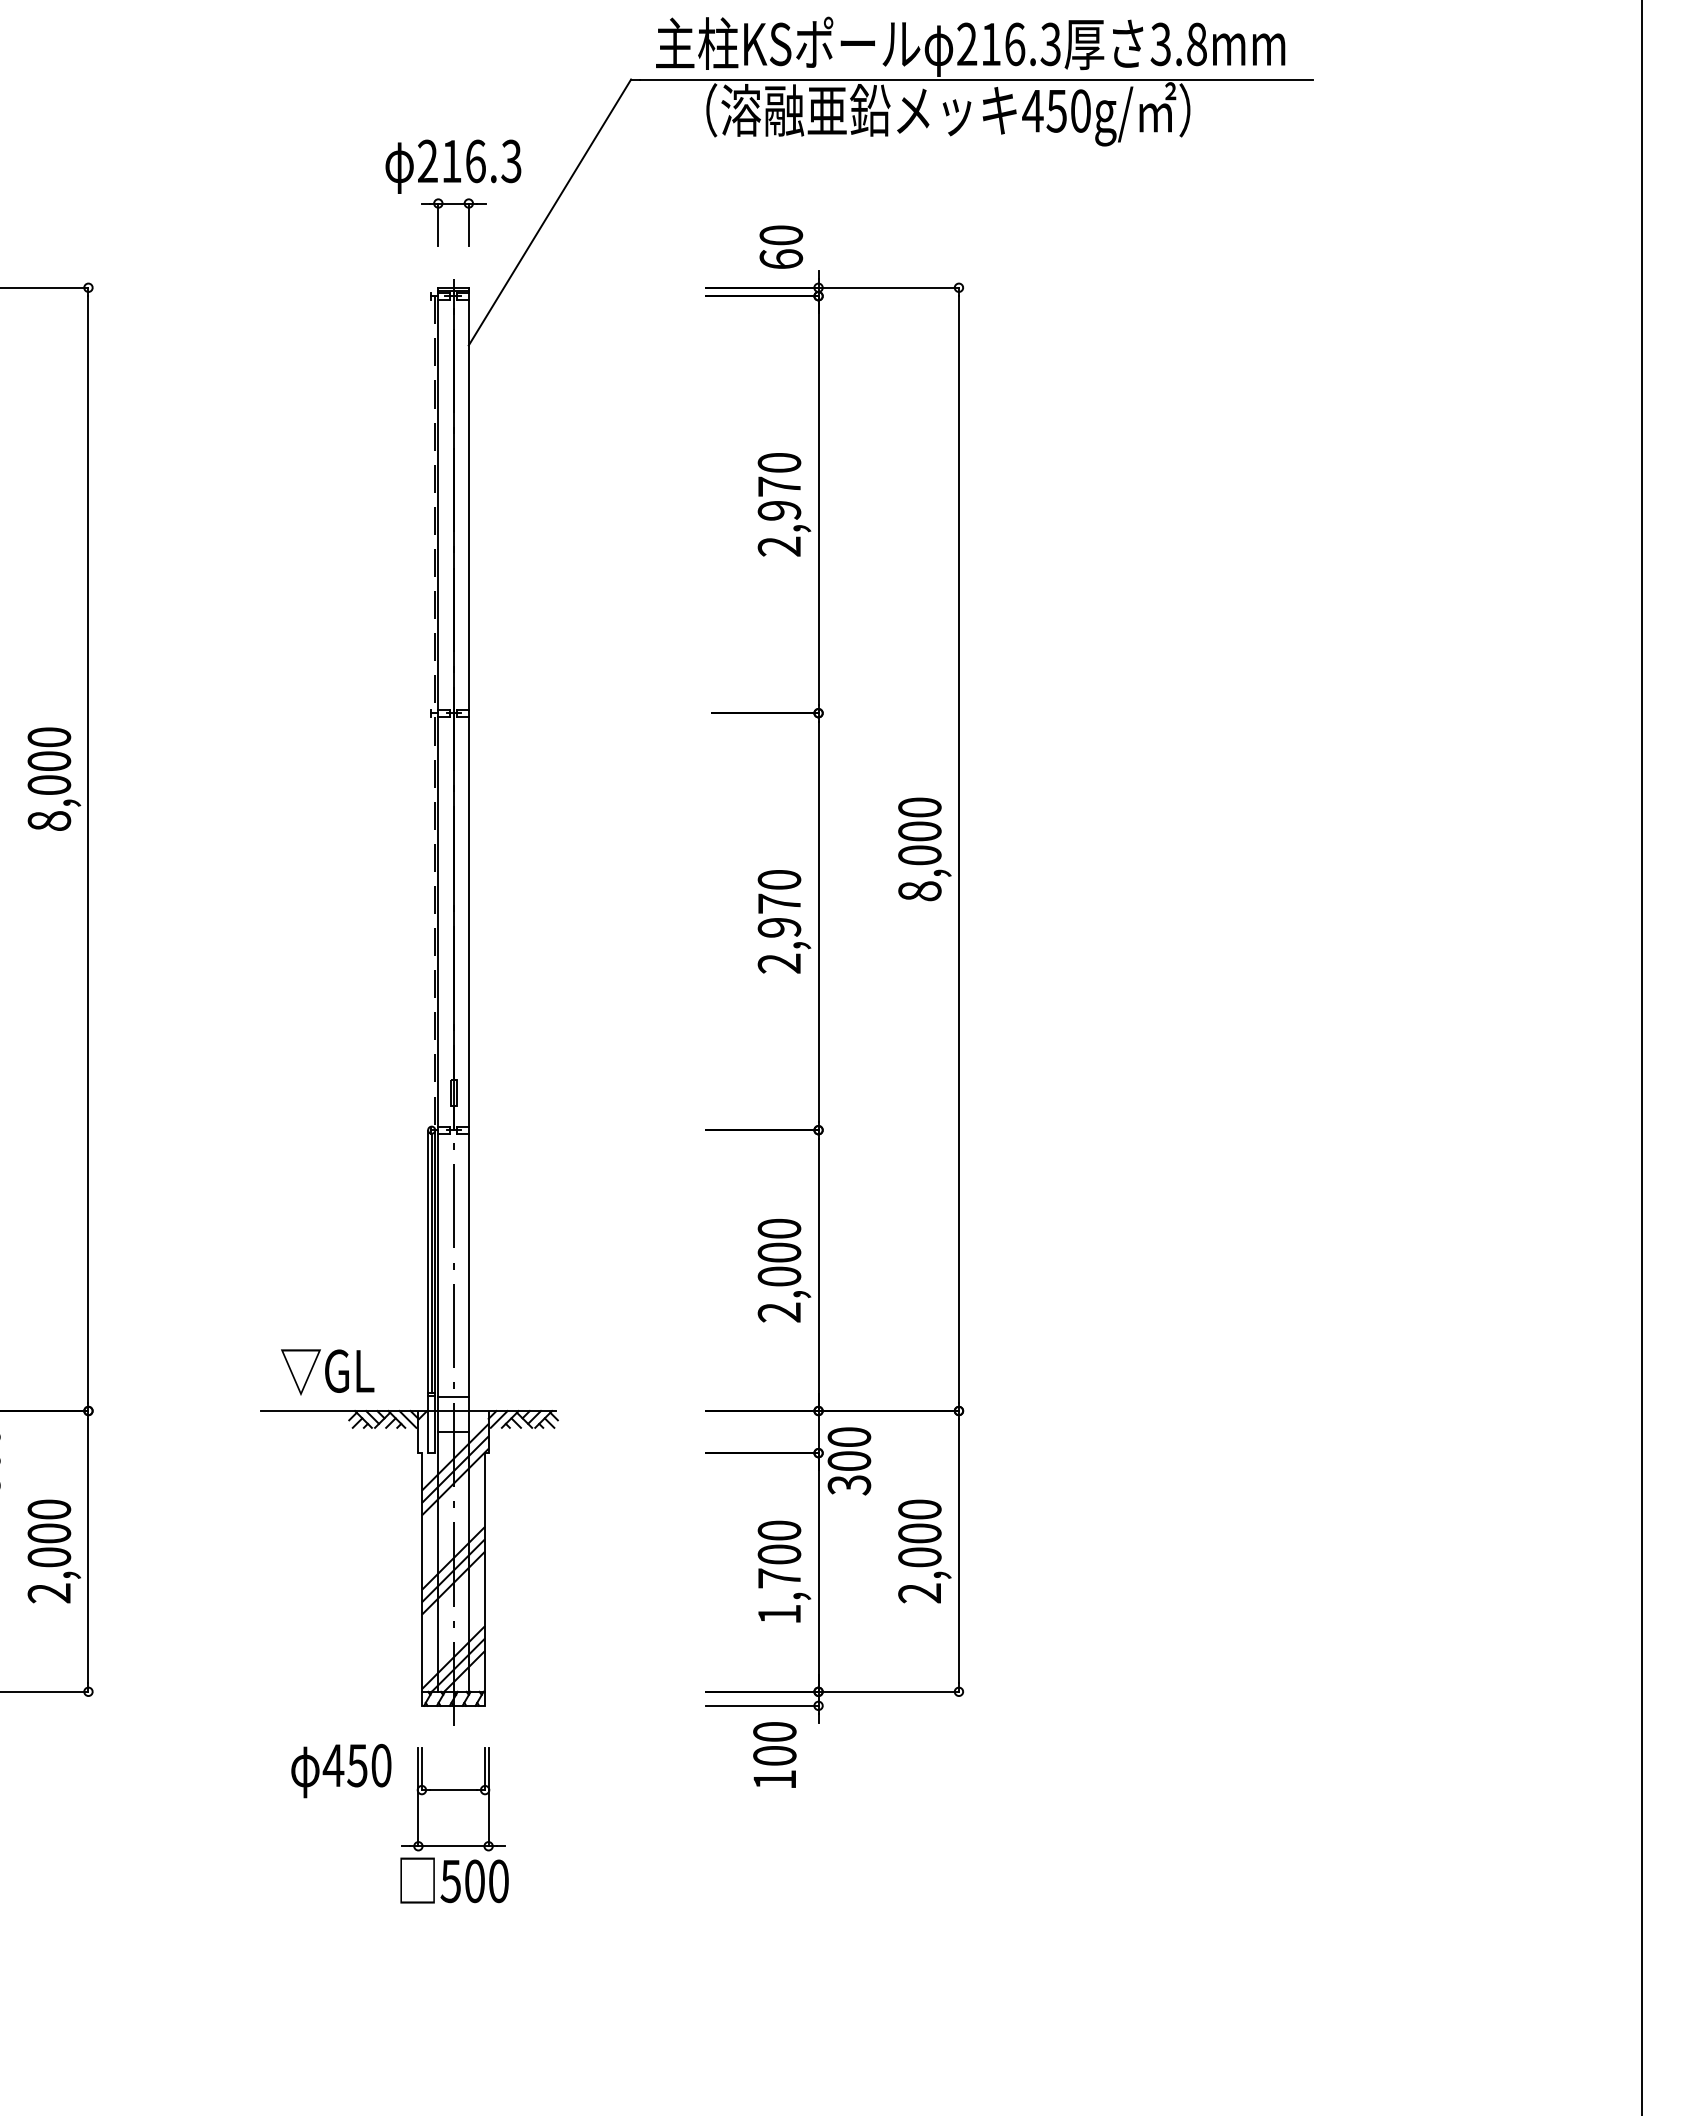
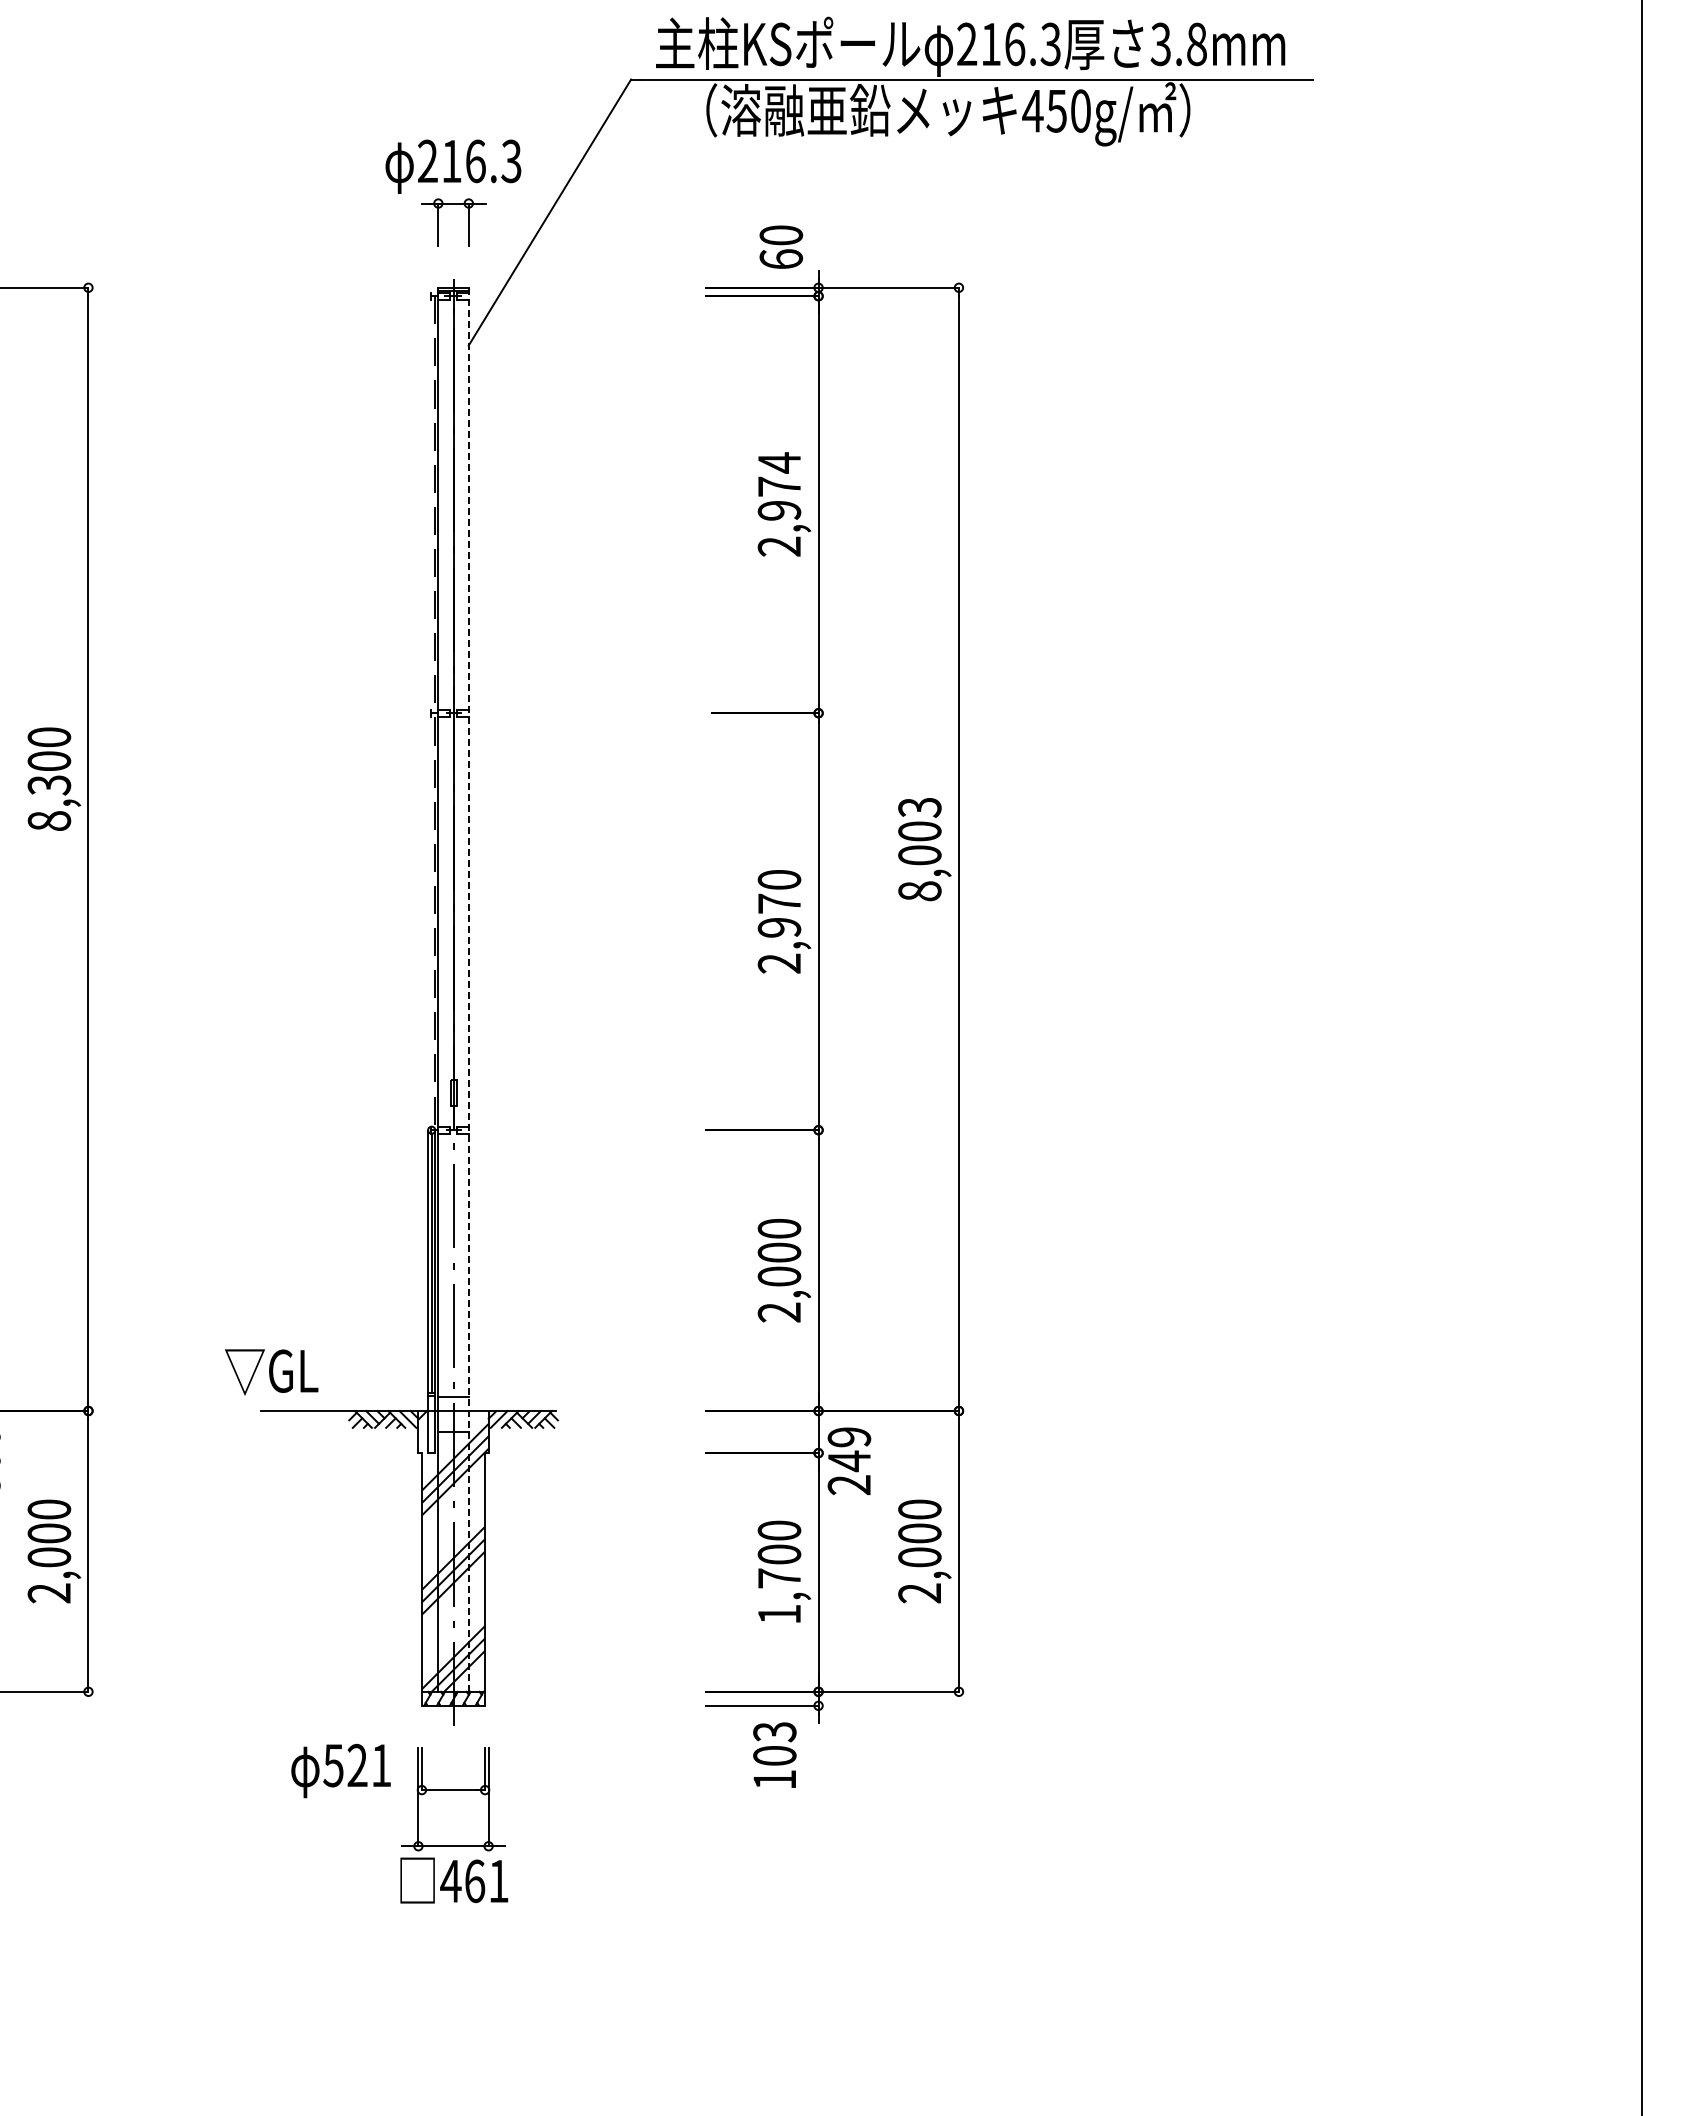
text at (779, 462): 2,970 -> 2,974
text at (49, 785): 8,000 -> 8,300
text at (919, 807): 8,000 -> 8,003
line at (468, 989): solid -> dashed
text at (327, 1372) position: (327, 1372) -> (271, 1372)
text at (849, 1461): 300 -> 249
text at (774, 1732): 100 -> 103
text at (356, 1765): 450 -> 521
text at (474, 1881): 500 -> 461
